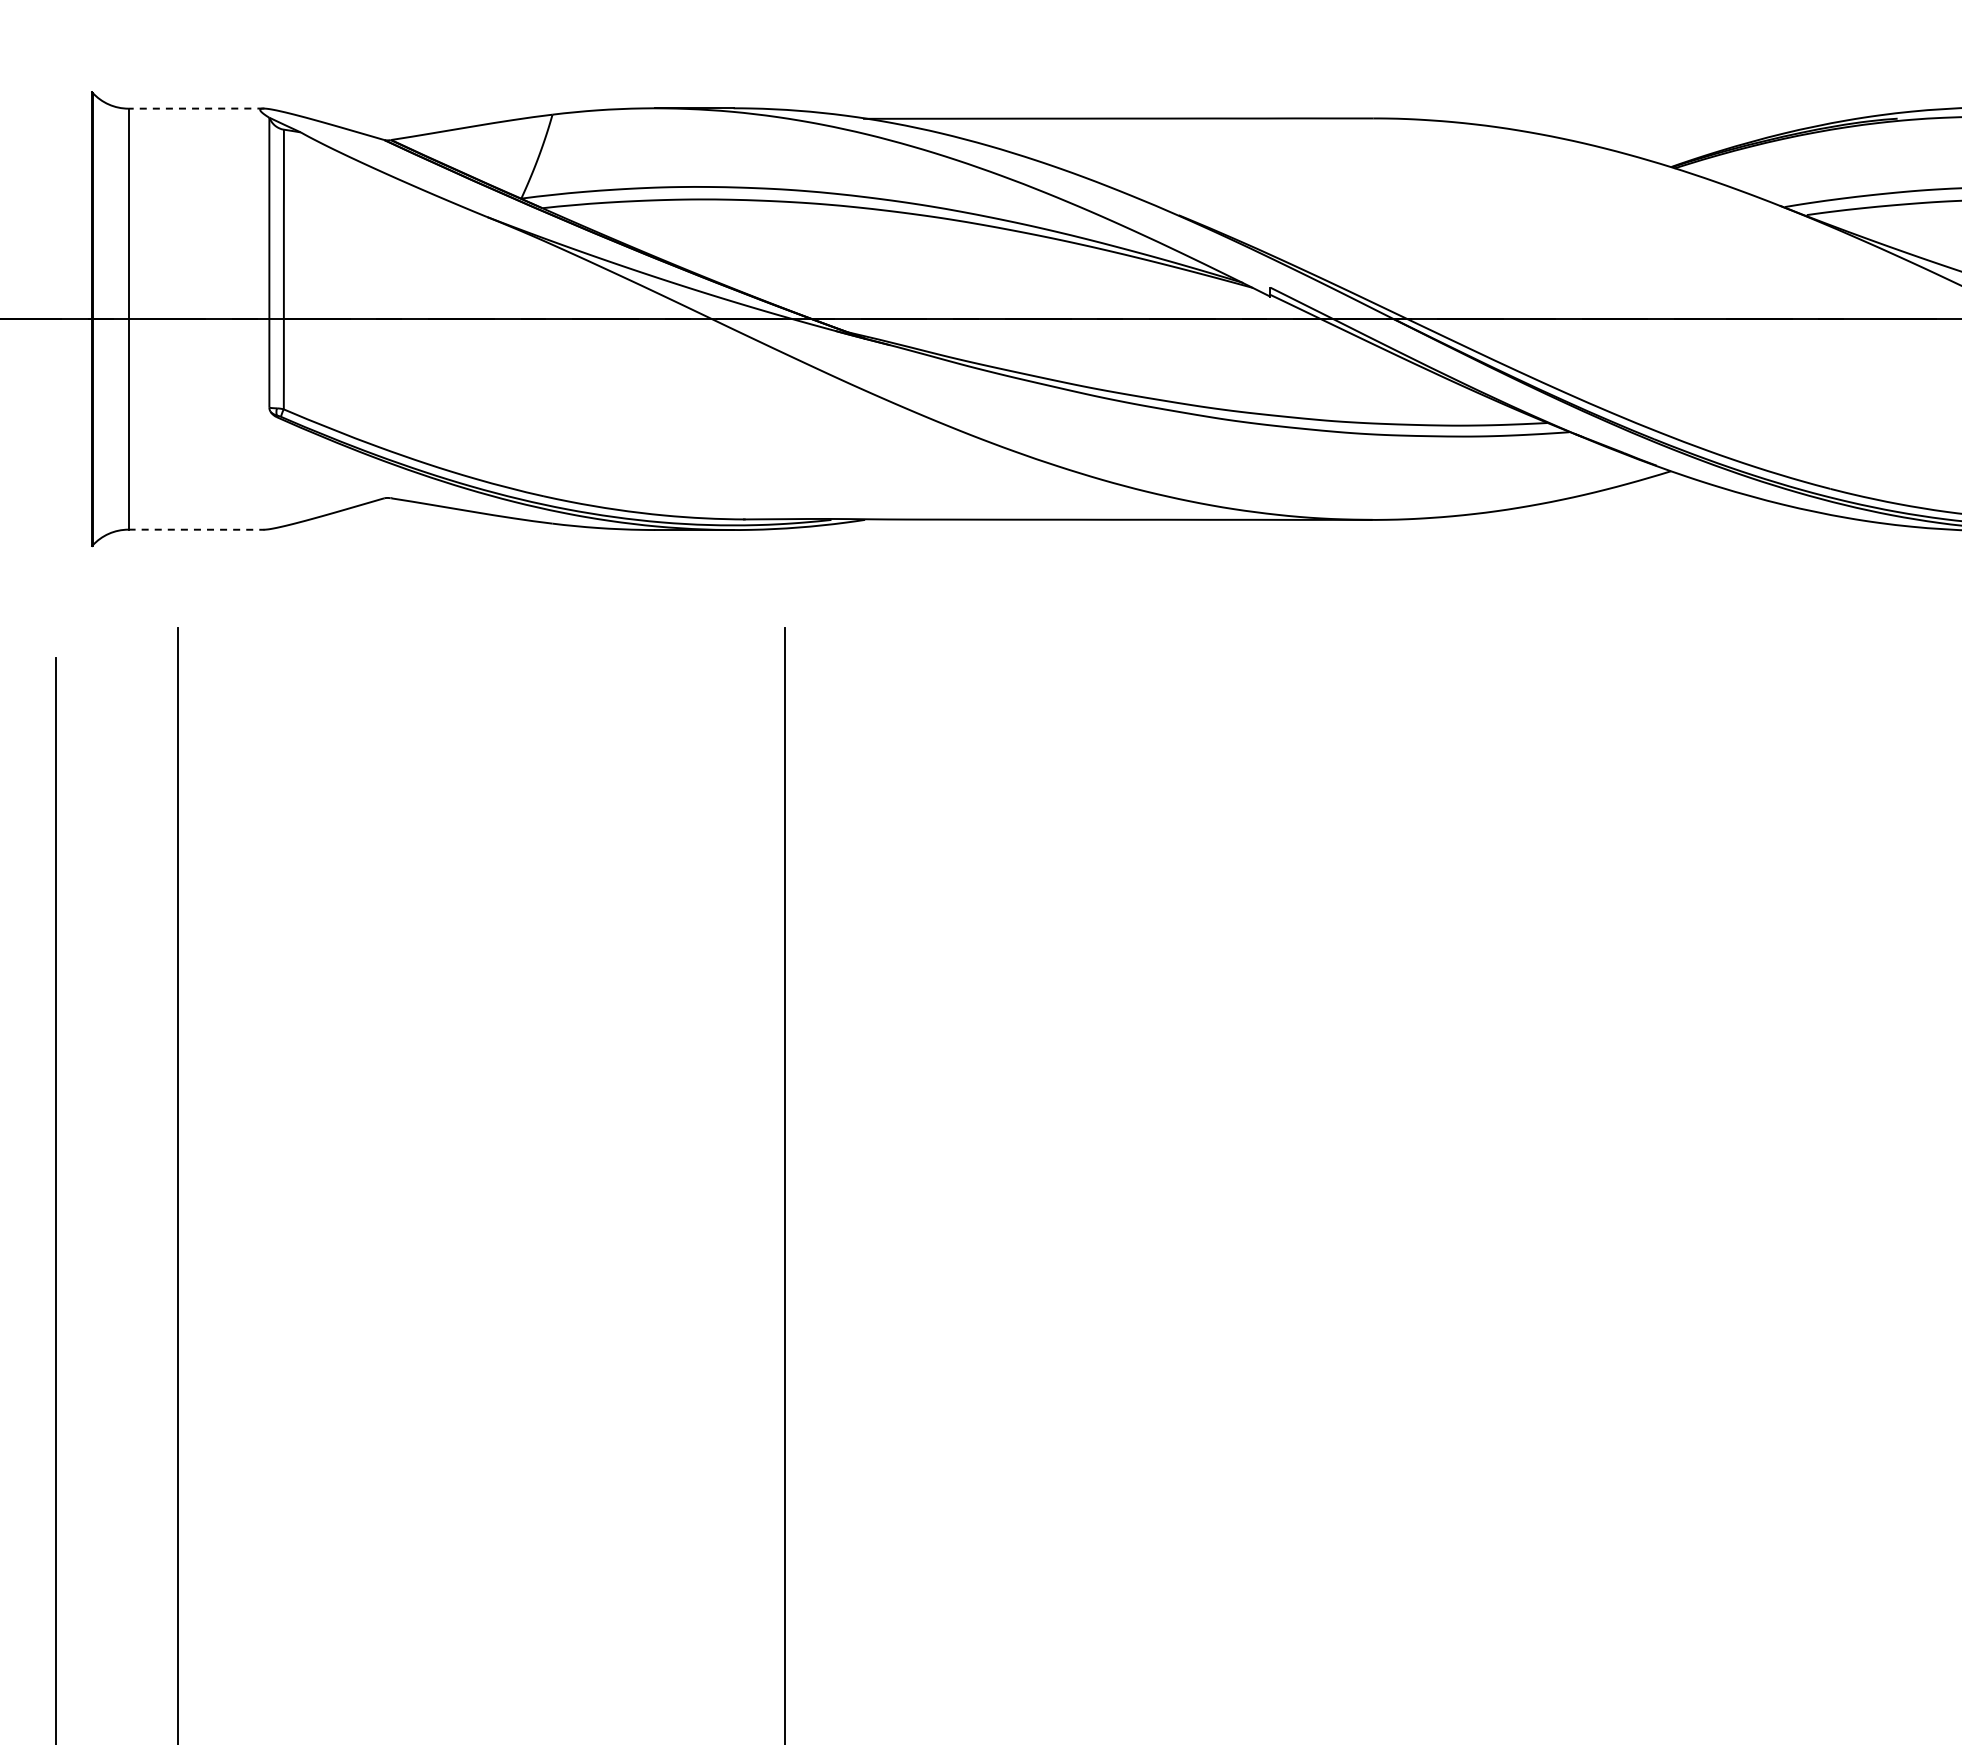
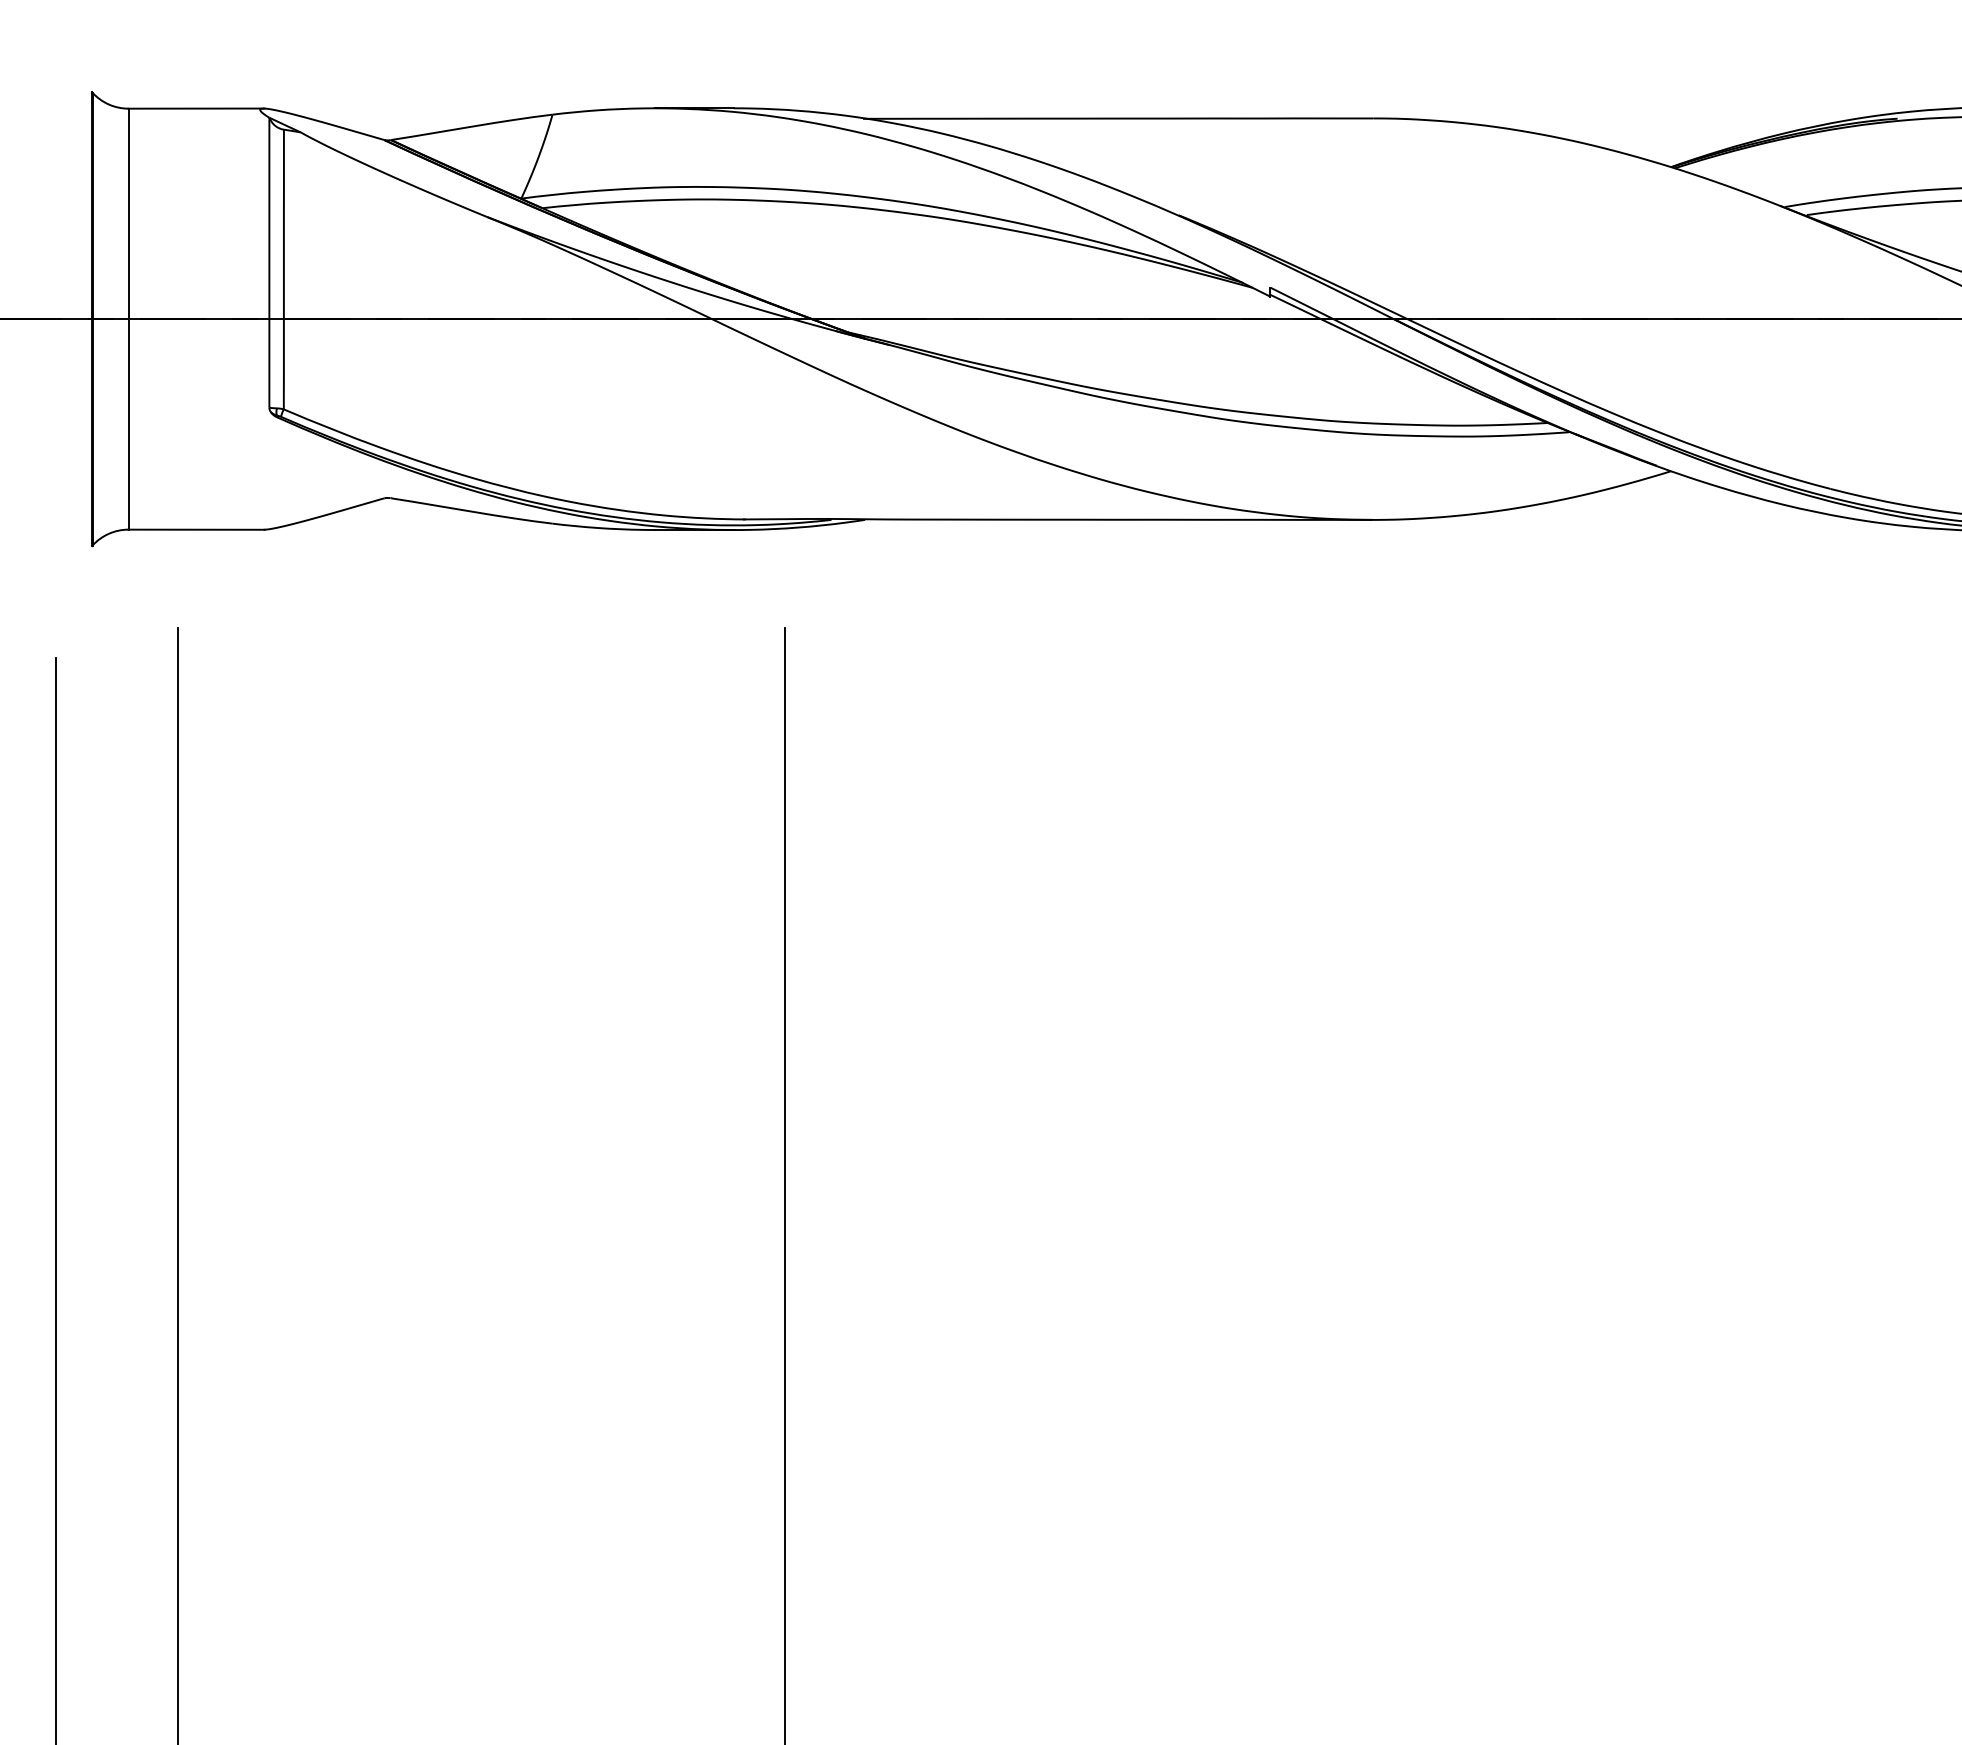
line at (196, 108): dashed -> solid
line at (196, 529): dashed -> solid
